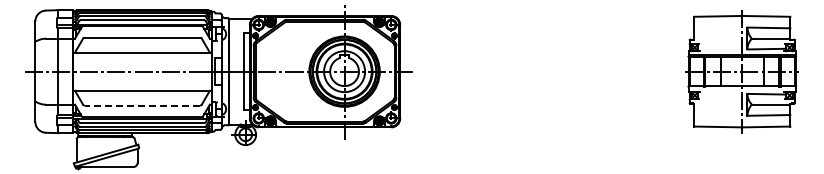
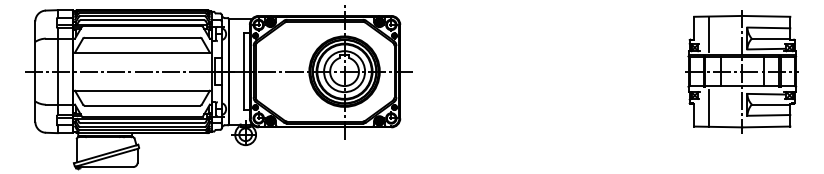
line at (708, 34): none -> present
line at (142, 105): dashed -> solid
line at (708, 108): none -> present
